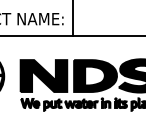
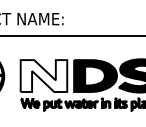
line at (72, 18): present -> none
fill at (43, 75): present -> none
